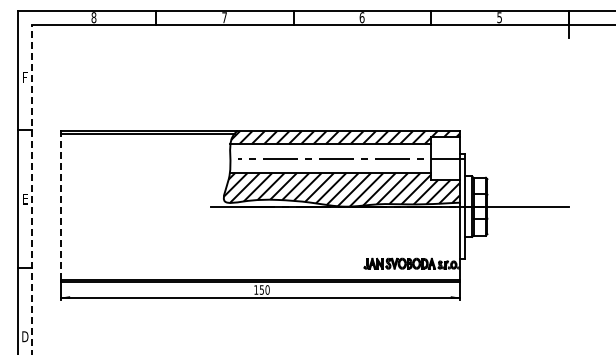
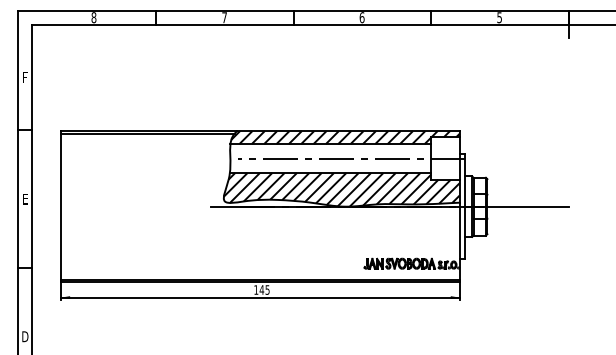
line at (32, 189): dashed -> solid
line at (61, 206): dashed -> solid
text at (264, 289): 150 -> 145
